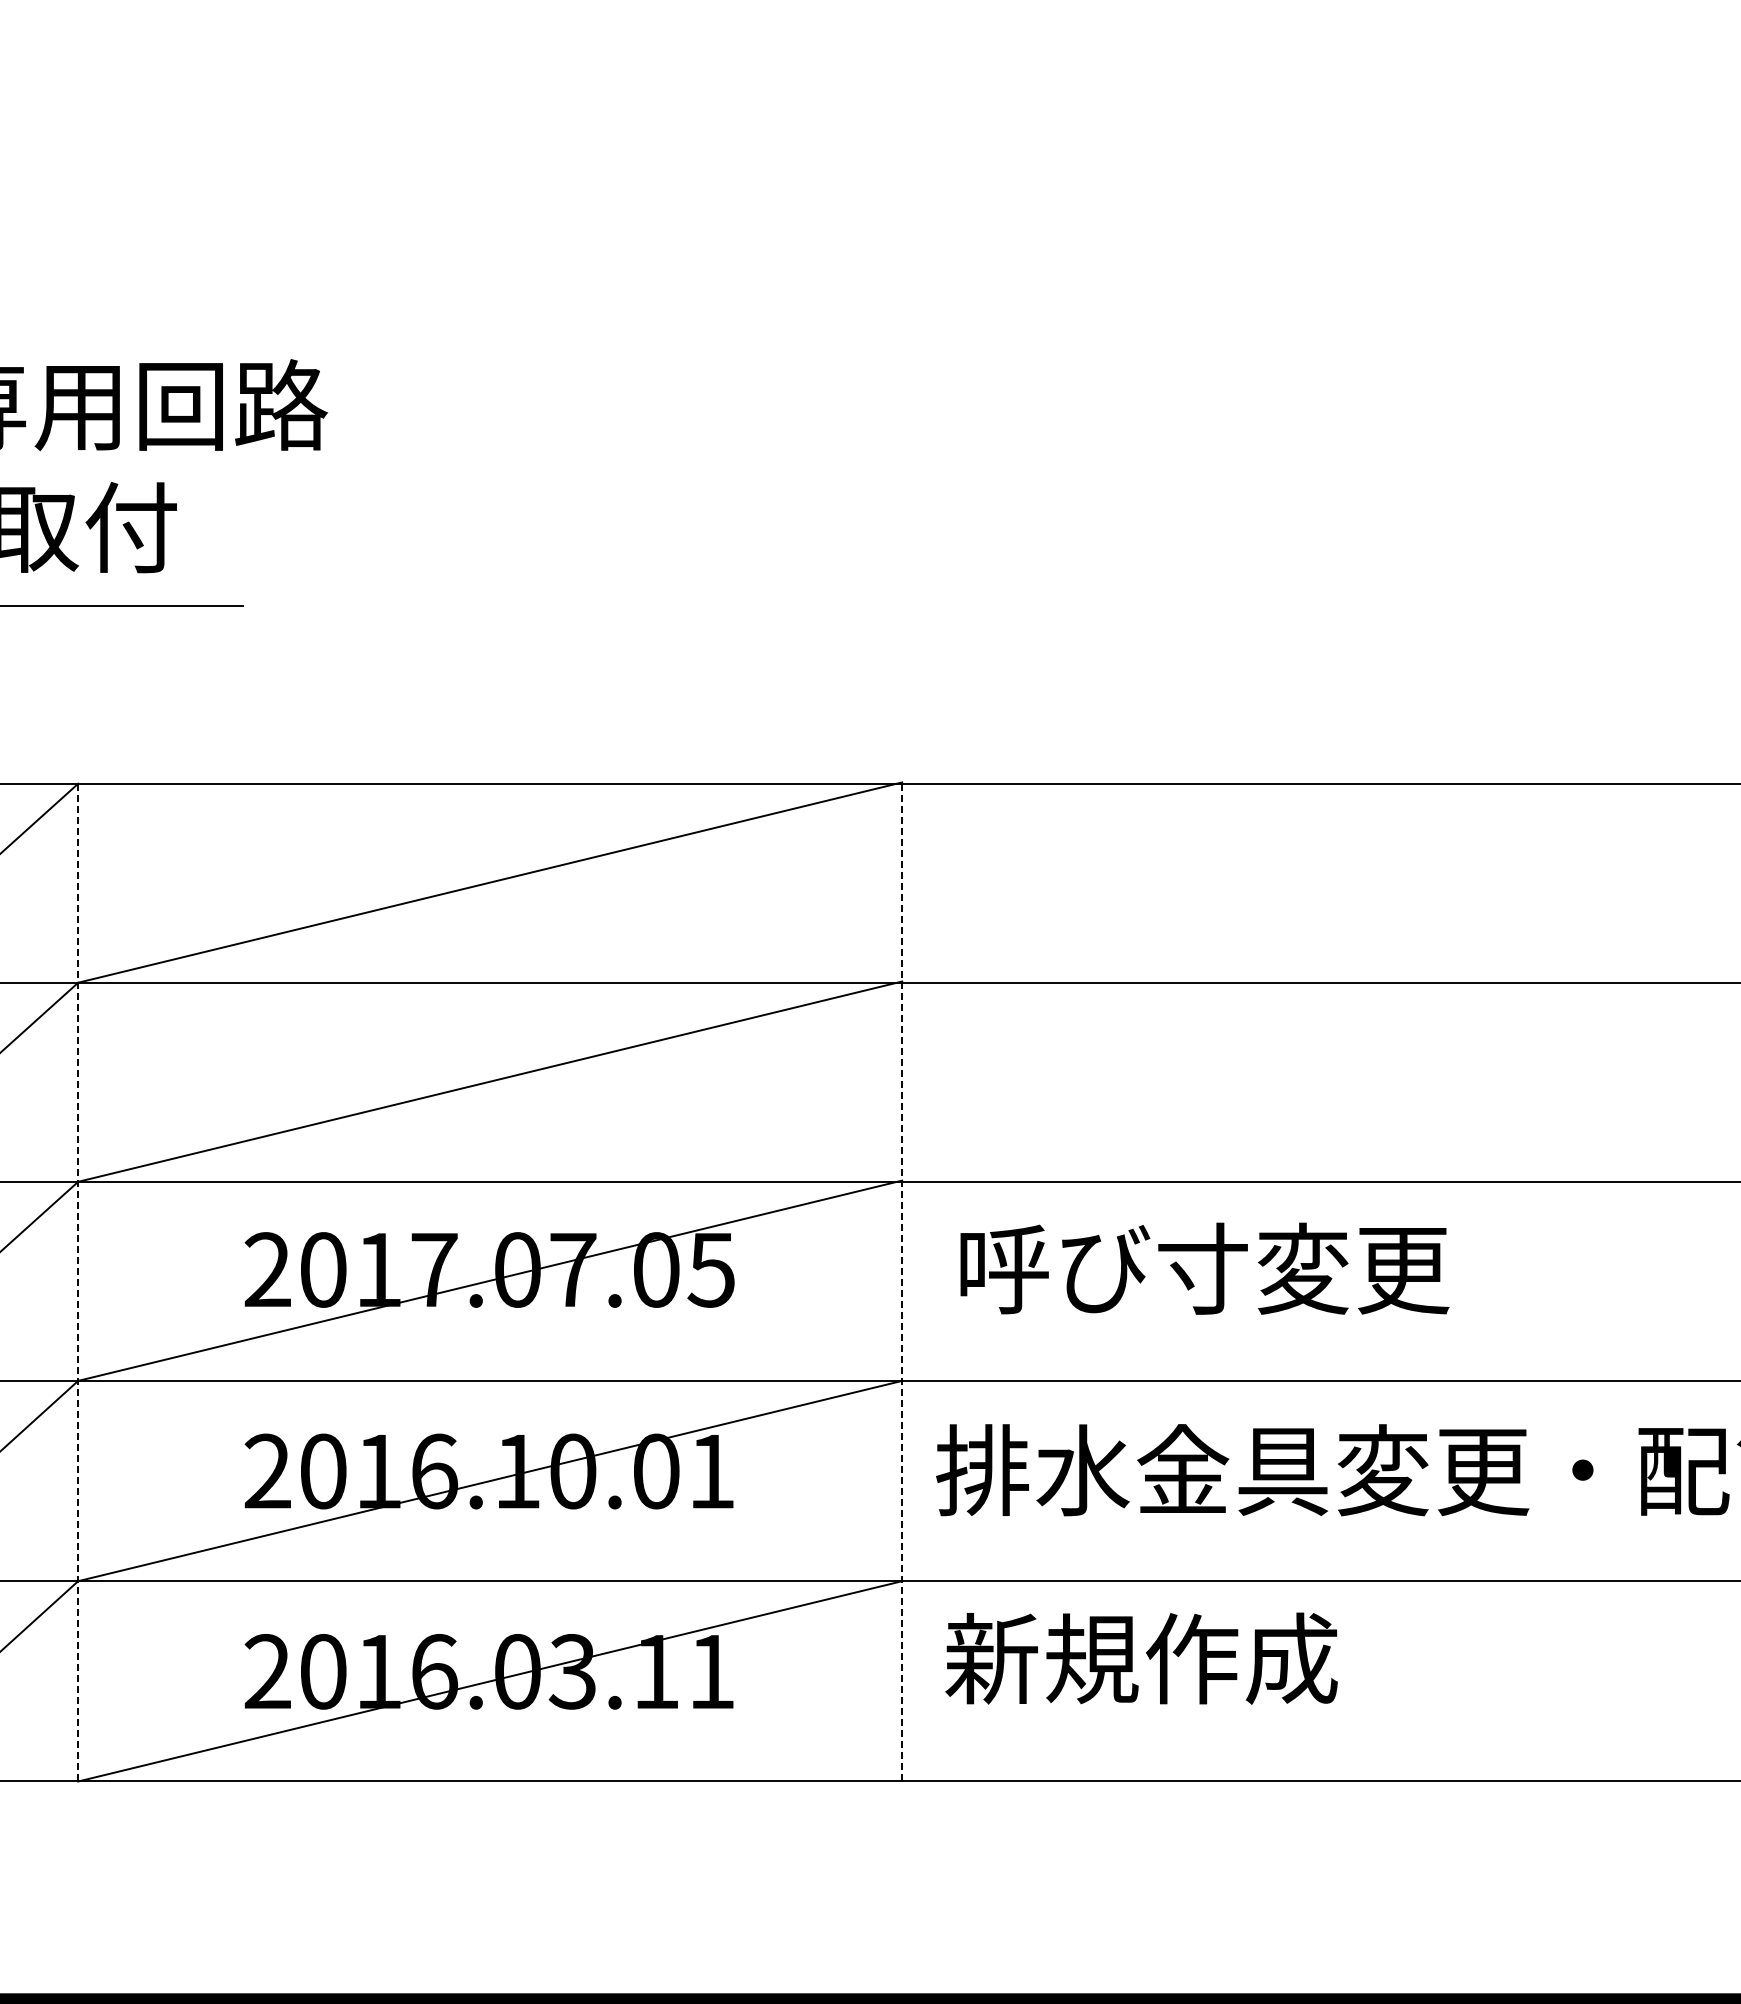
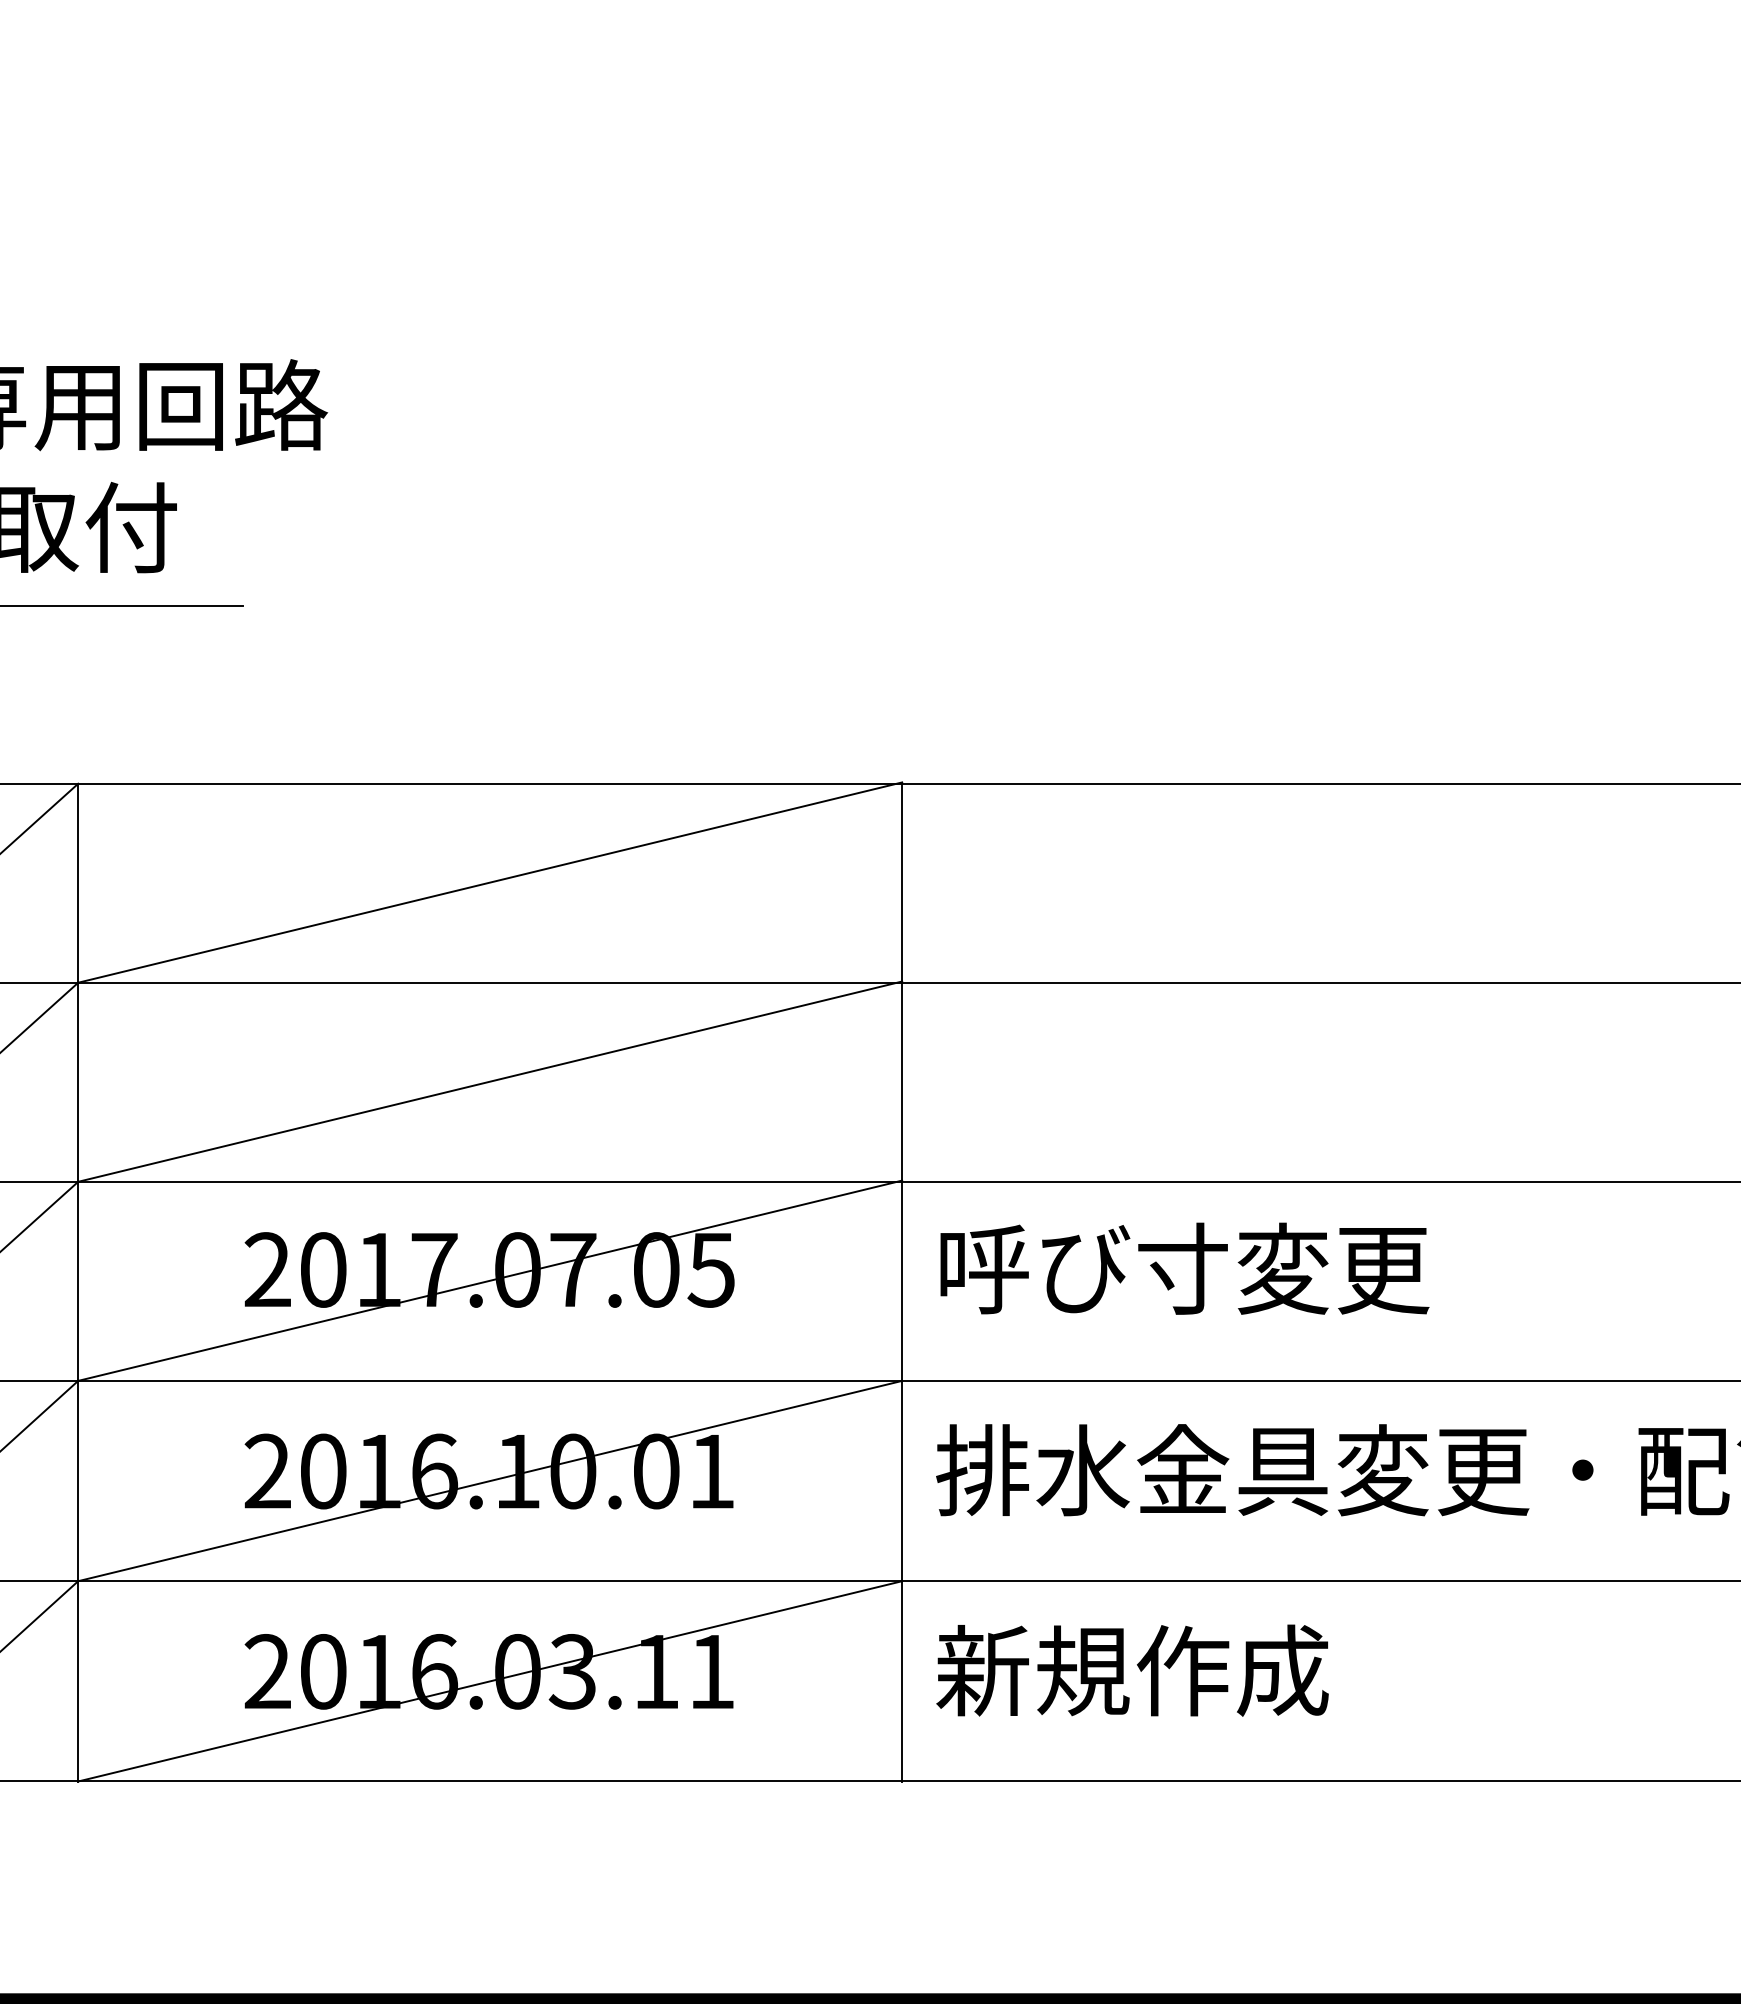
text at (1204, 1268) position: (1204, 1268) -> (1184, 1268)
line at (78, 1282): dashed -> solid
line at (902, 1282): dashed -> solid
text at (1141, 1658) position: (1141, 1658) -> (1132, 1670)
